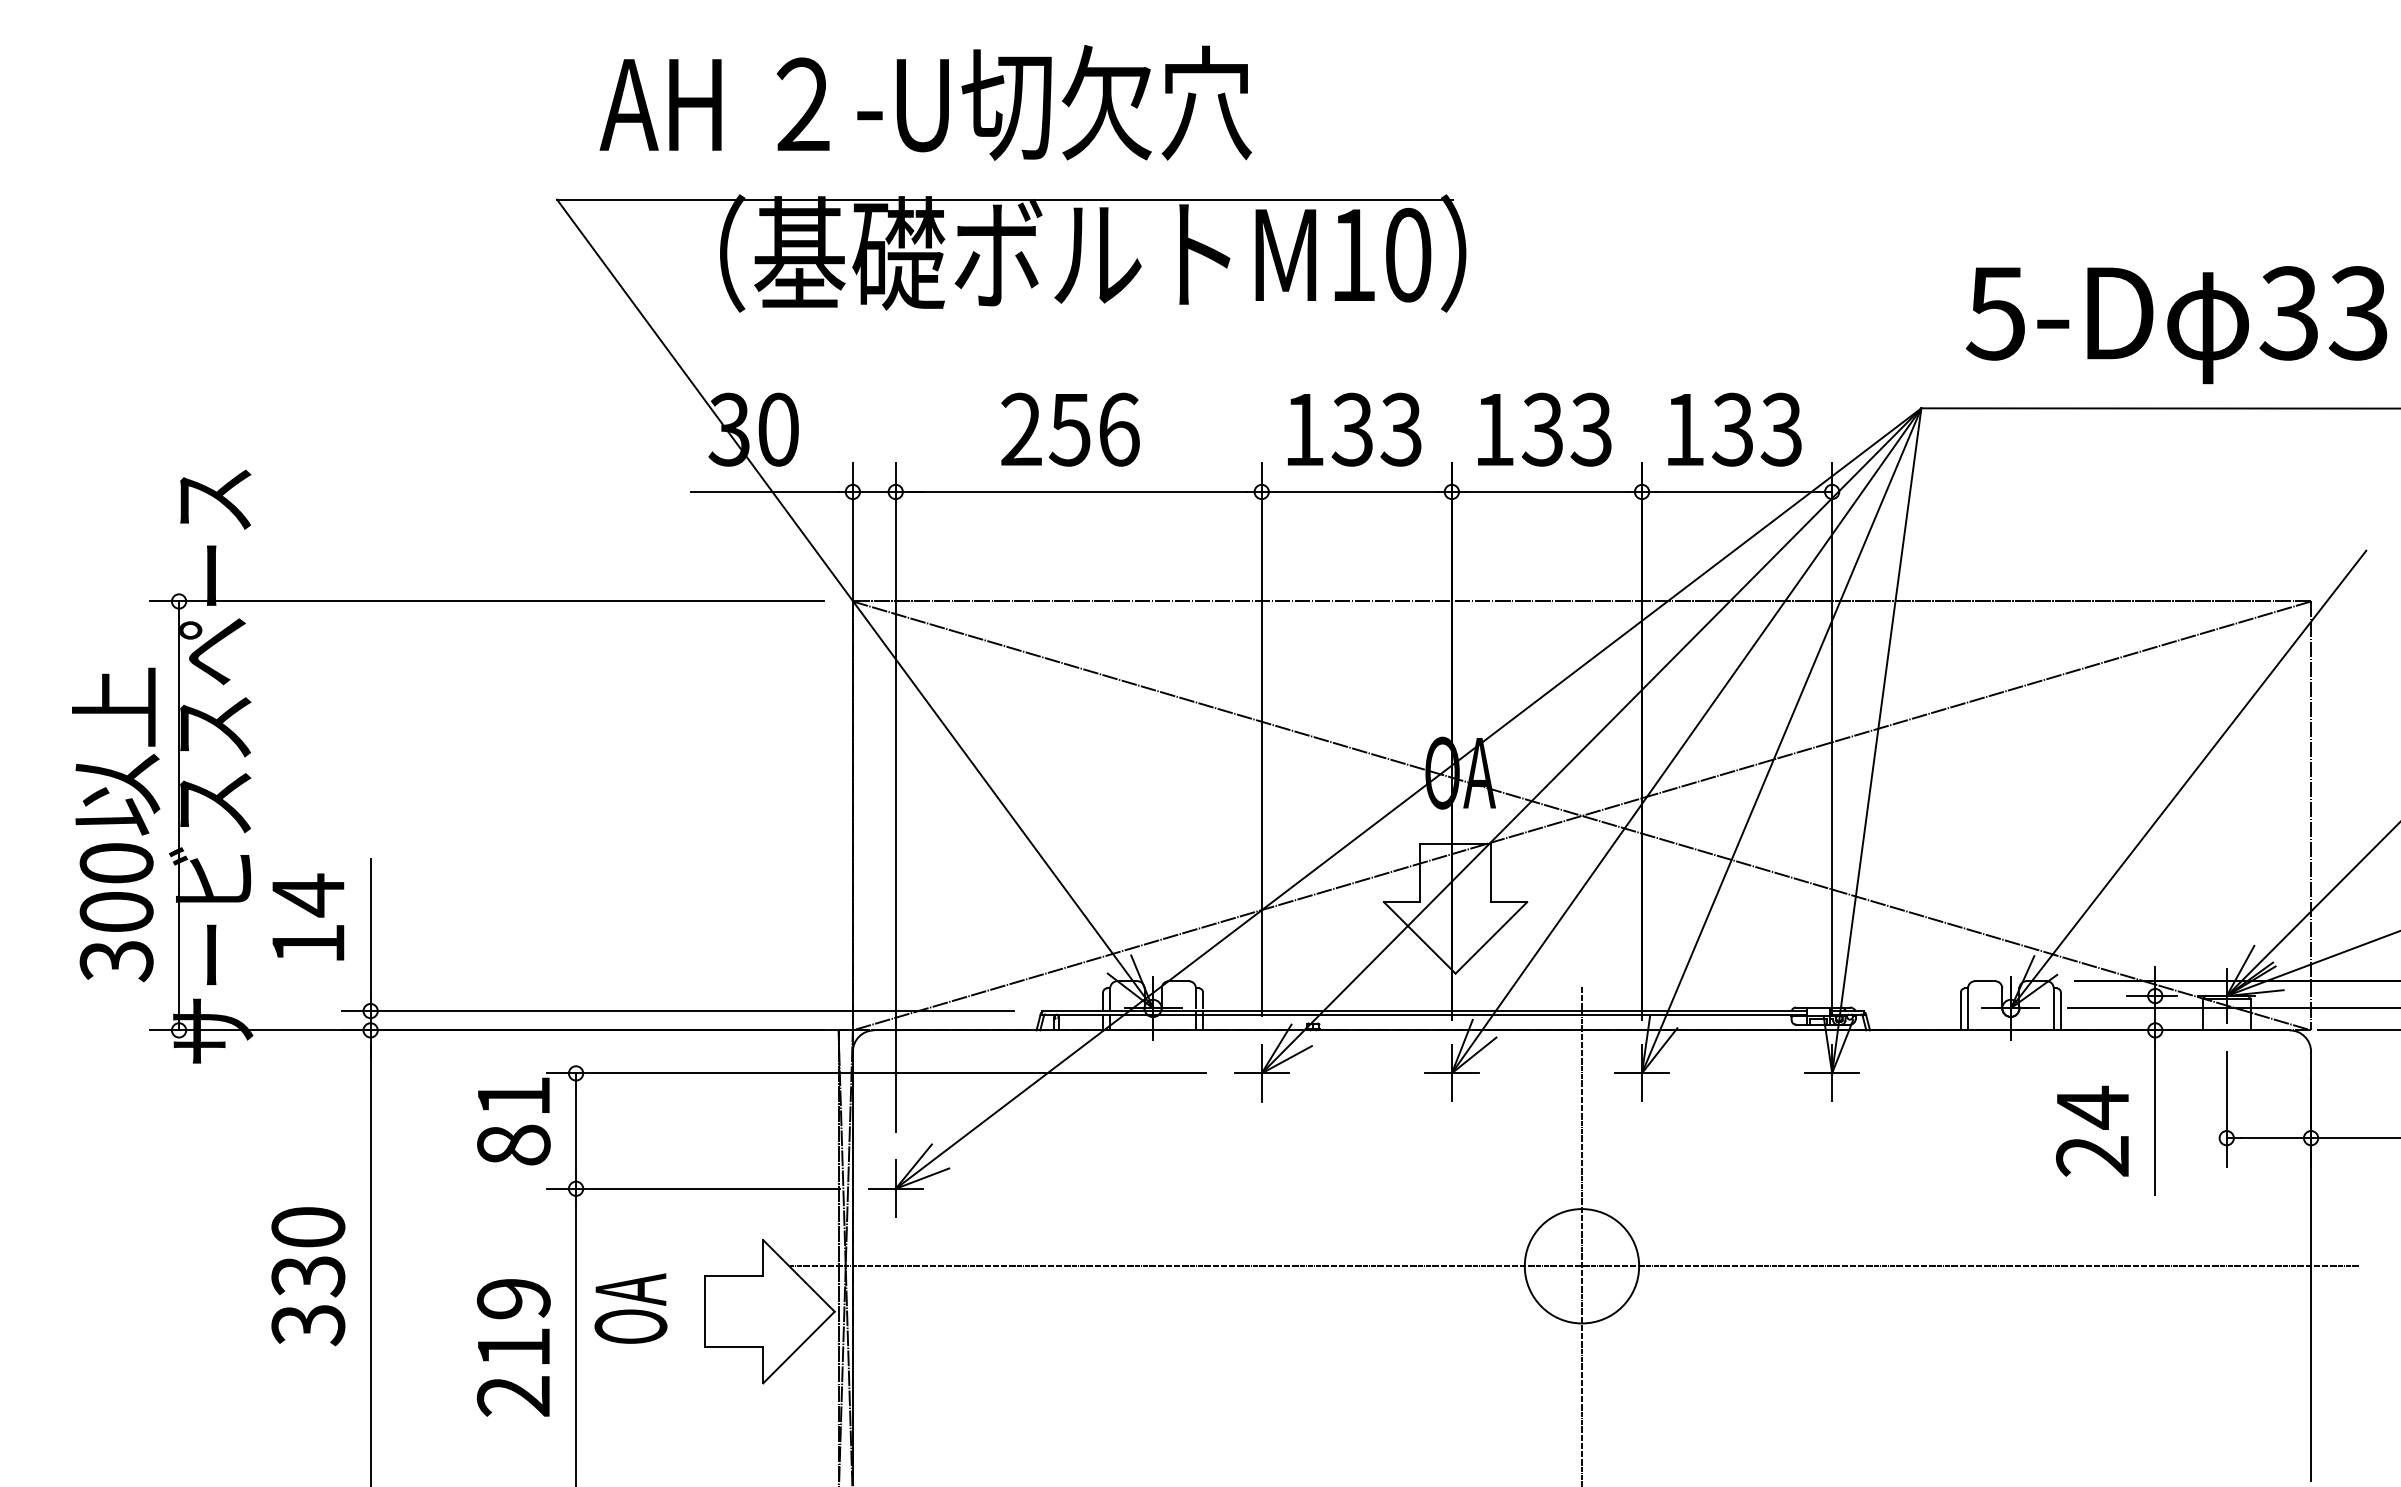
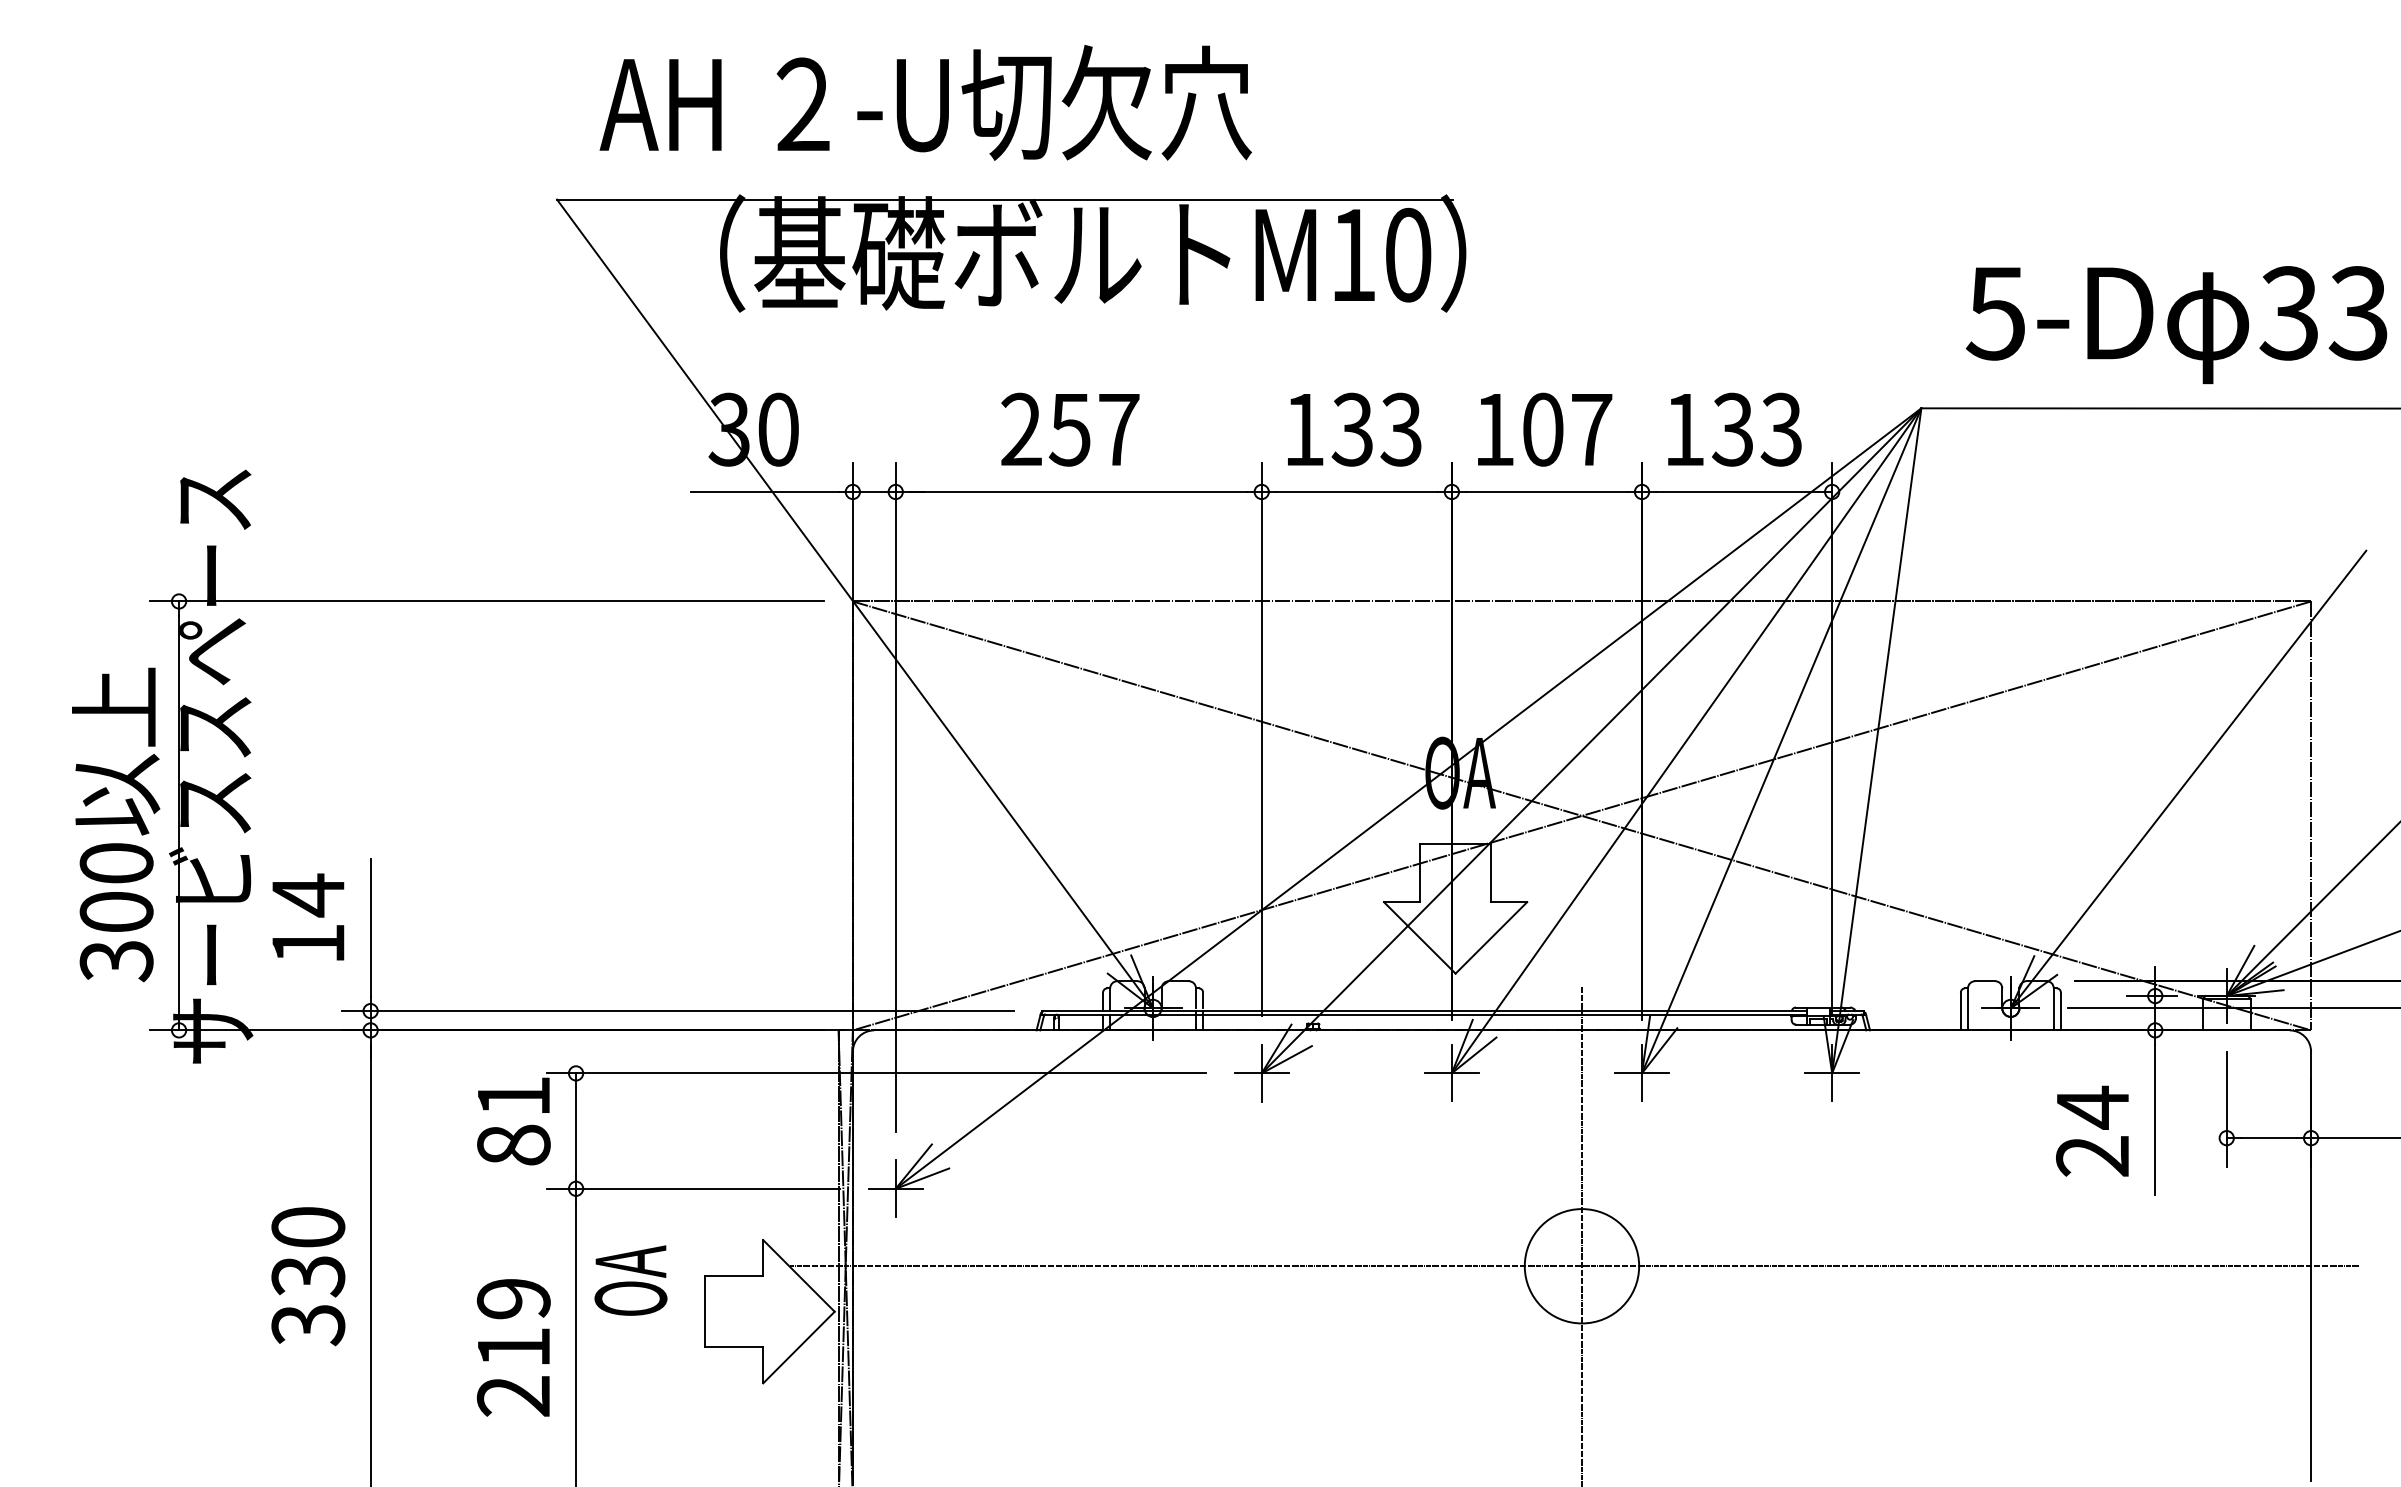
text at (1119, 429): 256 -> 257
text at (1566, 429): 133 -> 107
line at (2357, 1030): present -> none
text at (630, 1308) position: (630, 1308) -> (630, 1280)
